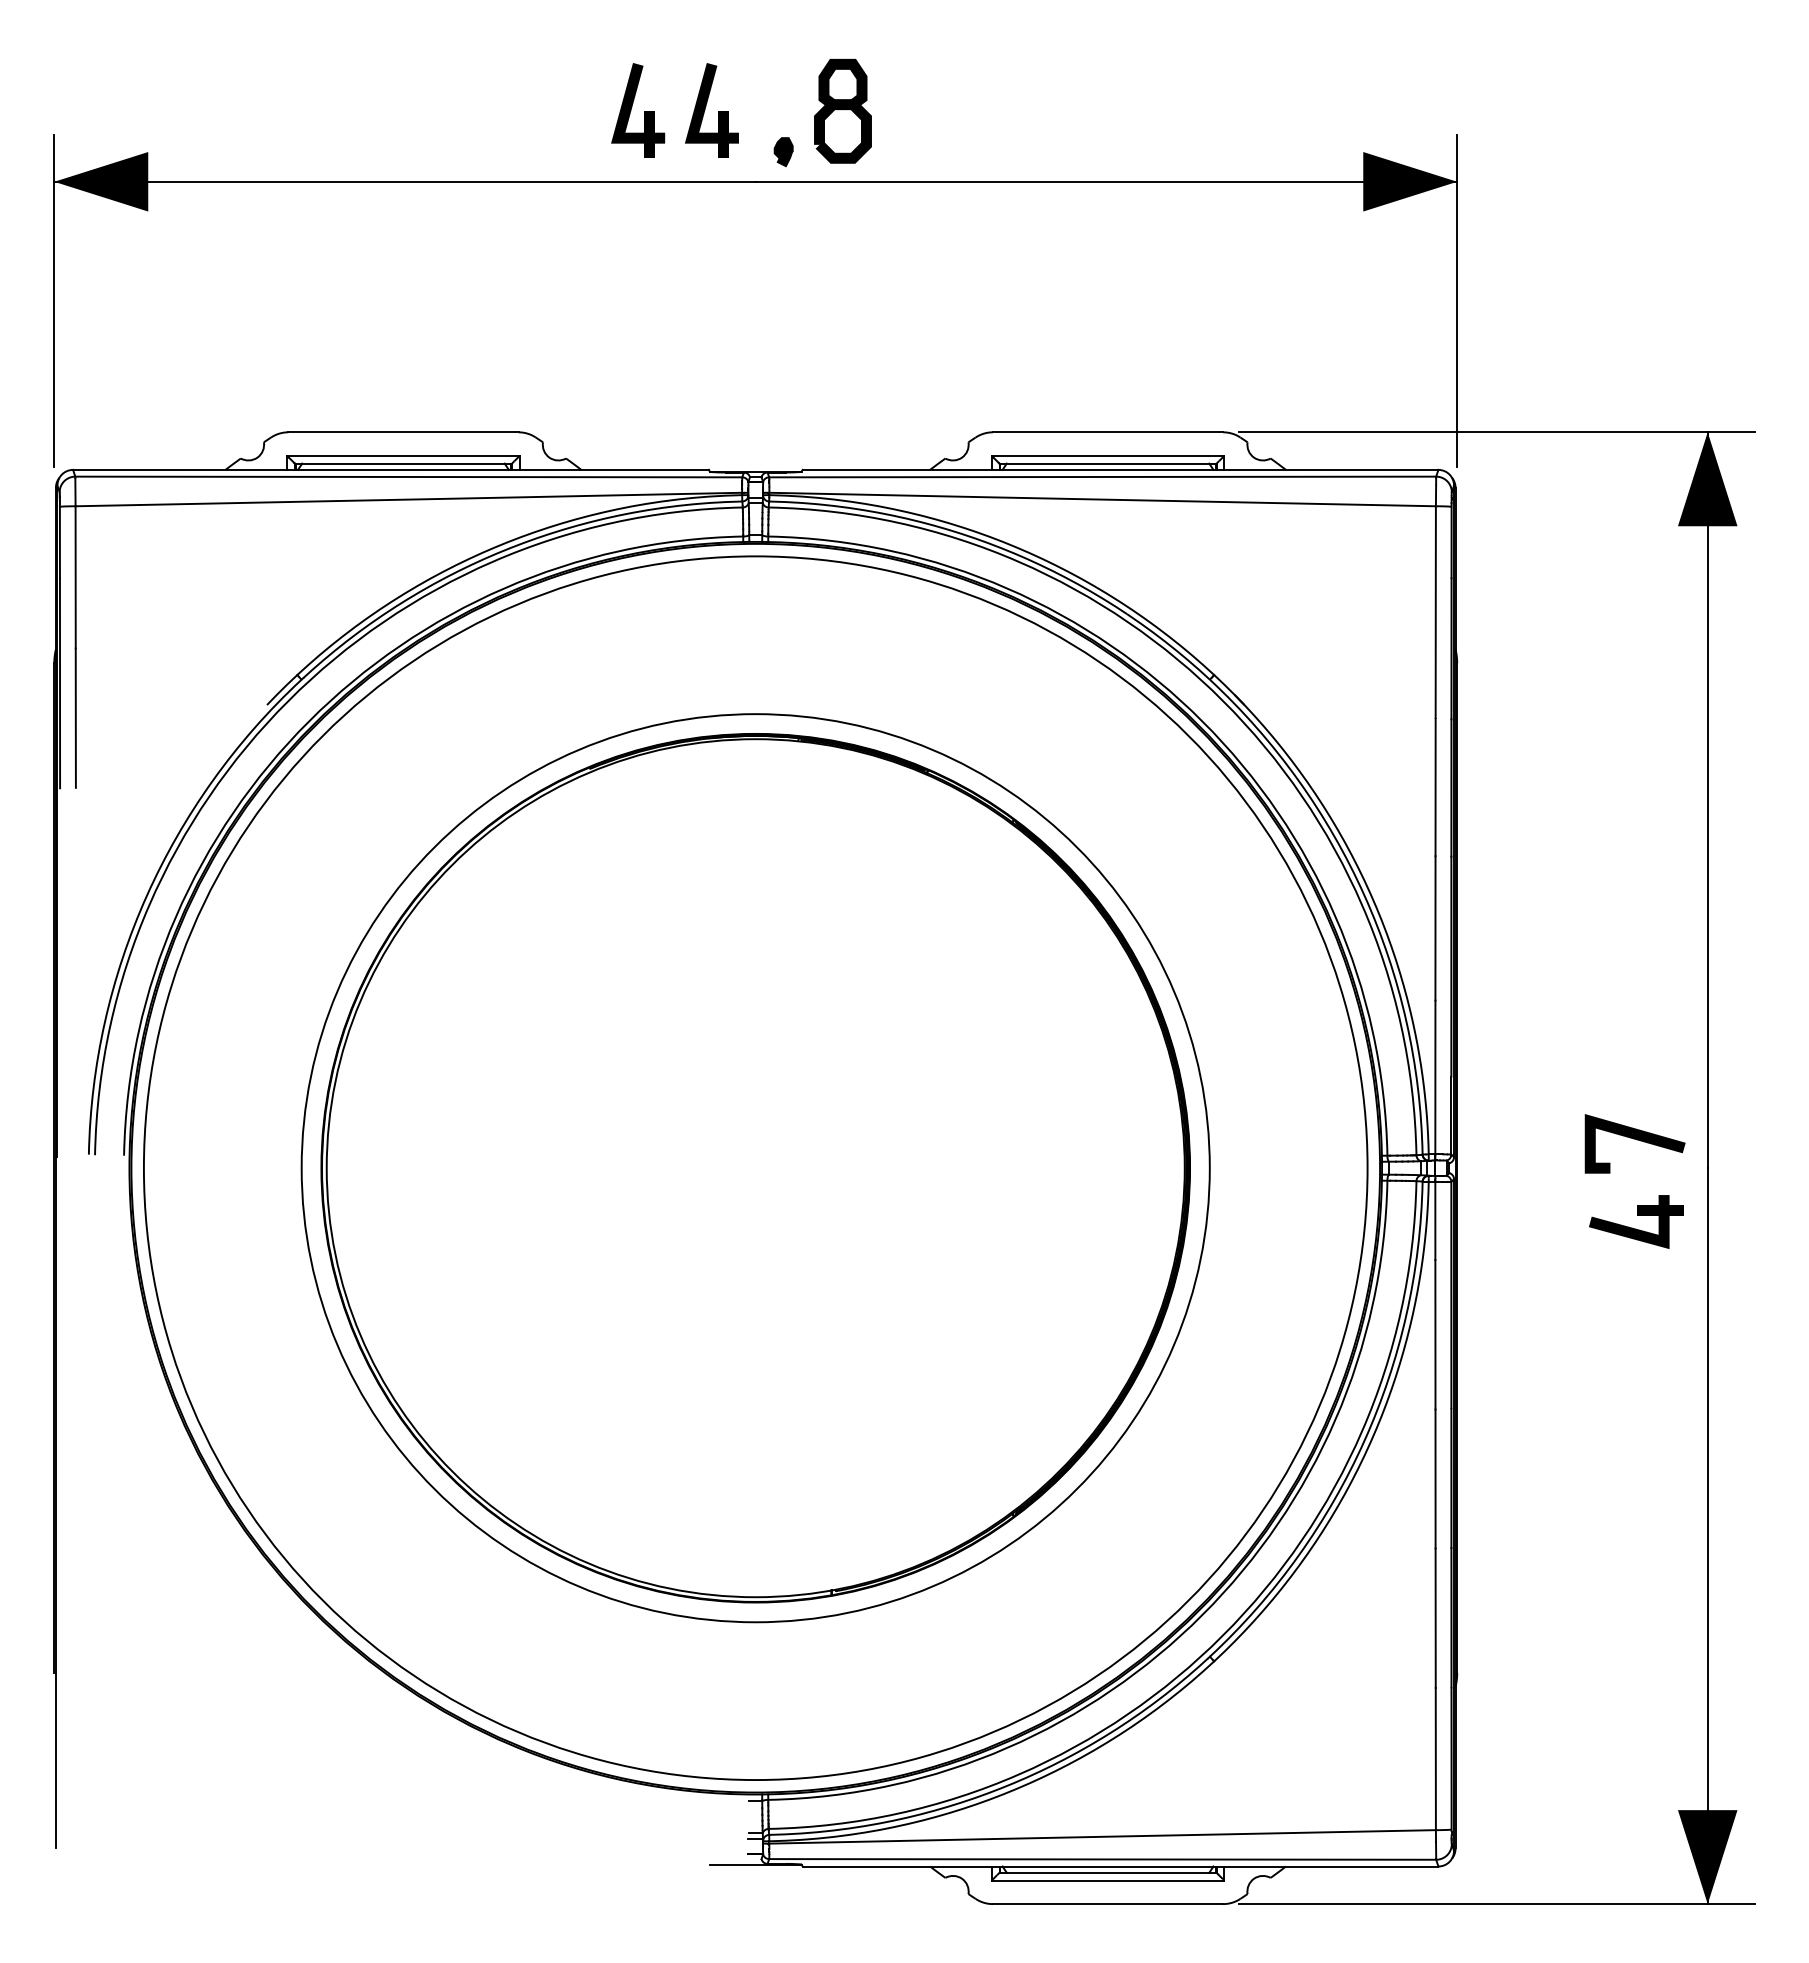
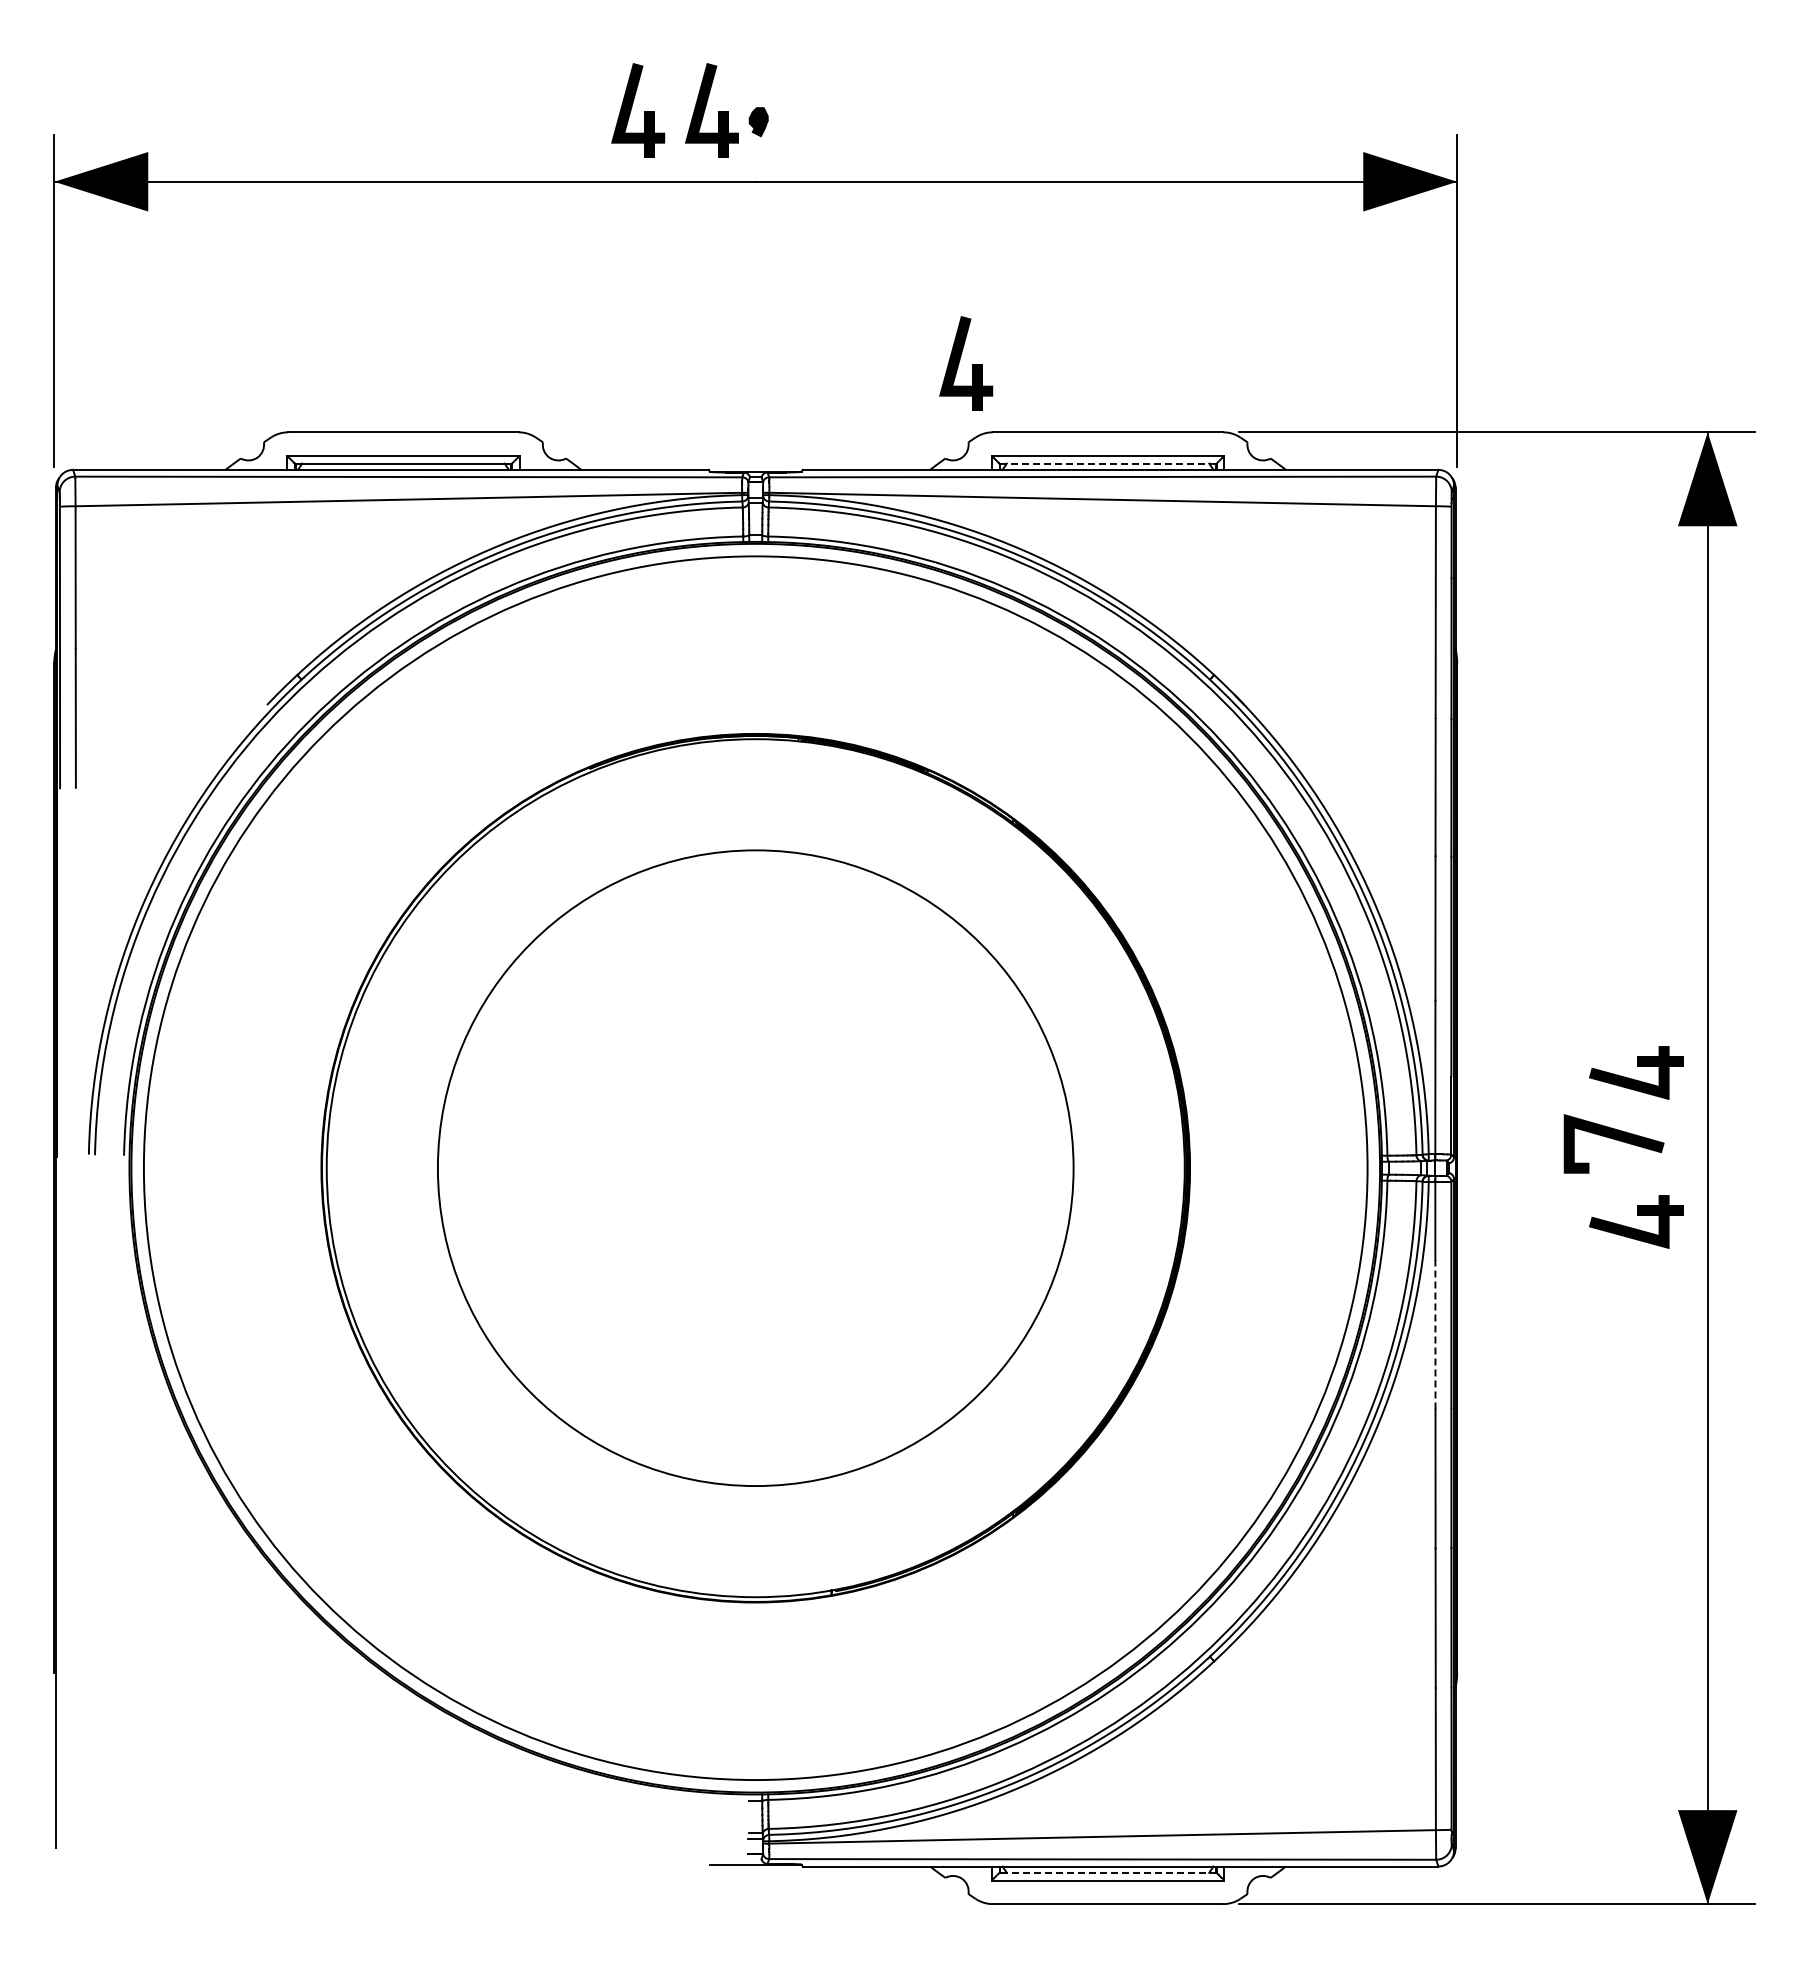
part at (842, 110): present -> none
part at (783, 152) position: (783, 152) -> (758, 122)
part at (972, 364): none -> present
line at (1108, 463): solid -> dashed
part at (1637, 1066): none -> present
line at (1636, 1140) position: (1636, 1140) -> (1615, 1140)
circle at (755, 1168) diameter: 908 px -> 636 px
line at (1435, 1334): solid -> dashed
line at (1108, 1872): solid -> dashed
